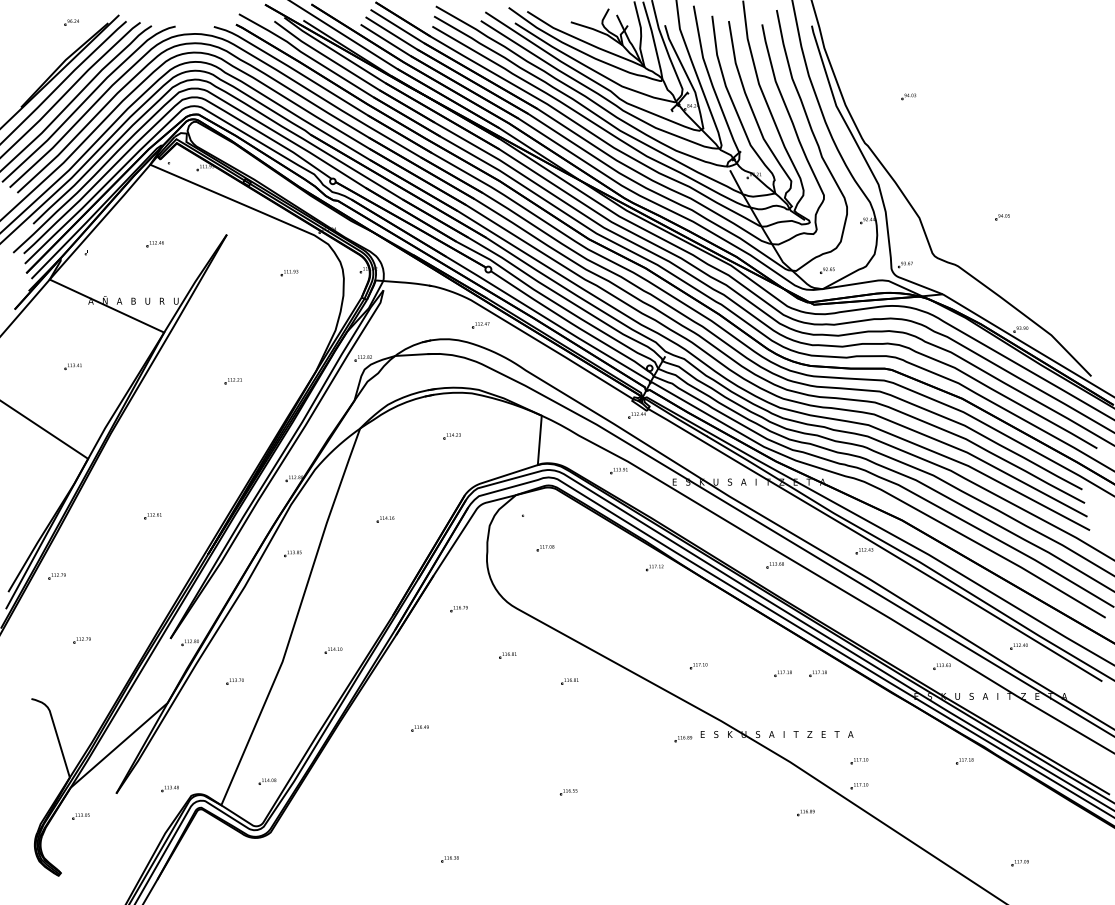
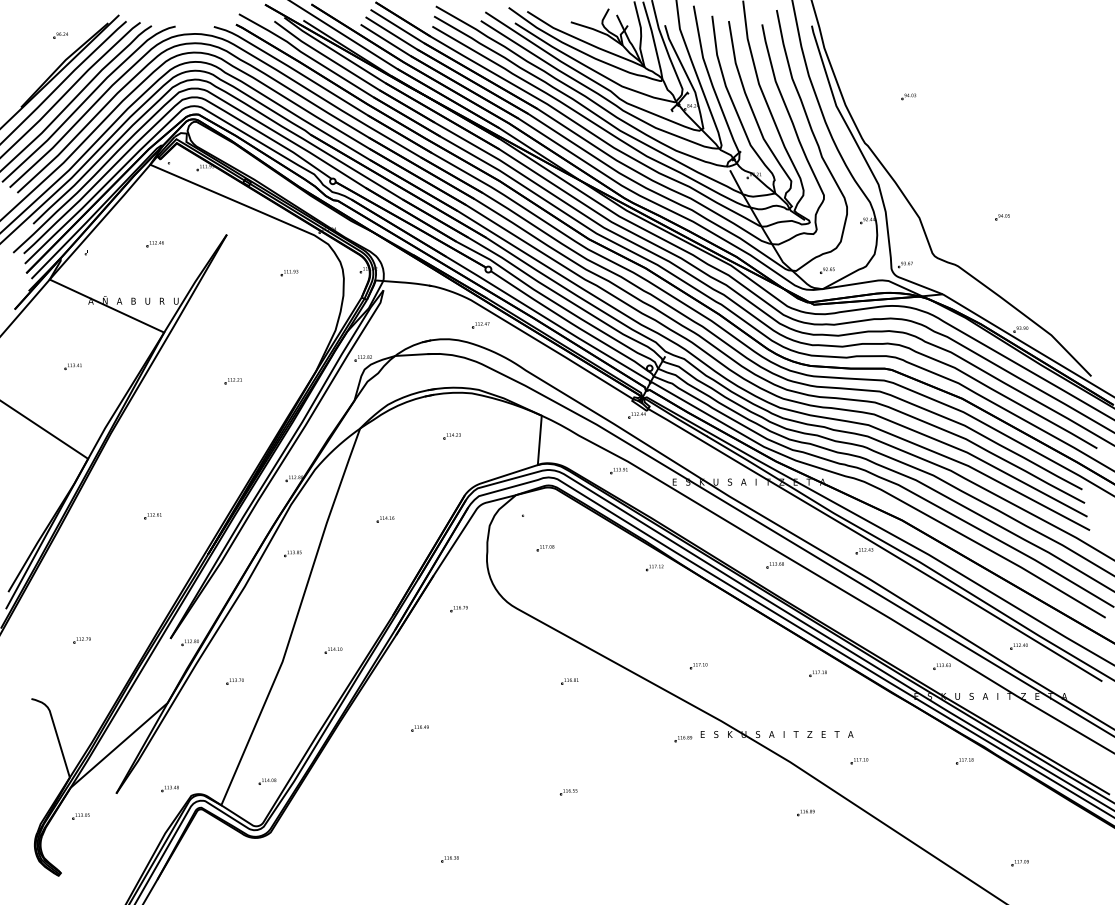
part at (71, 22) position: (71, 22) -> (60, 35)
part at (56, 576): present -> none
part at (507, 655): present -> none
part at (782, 673): present -> none
part at (859, 786): present -> none
